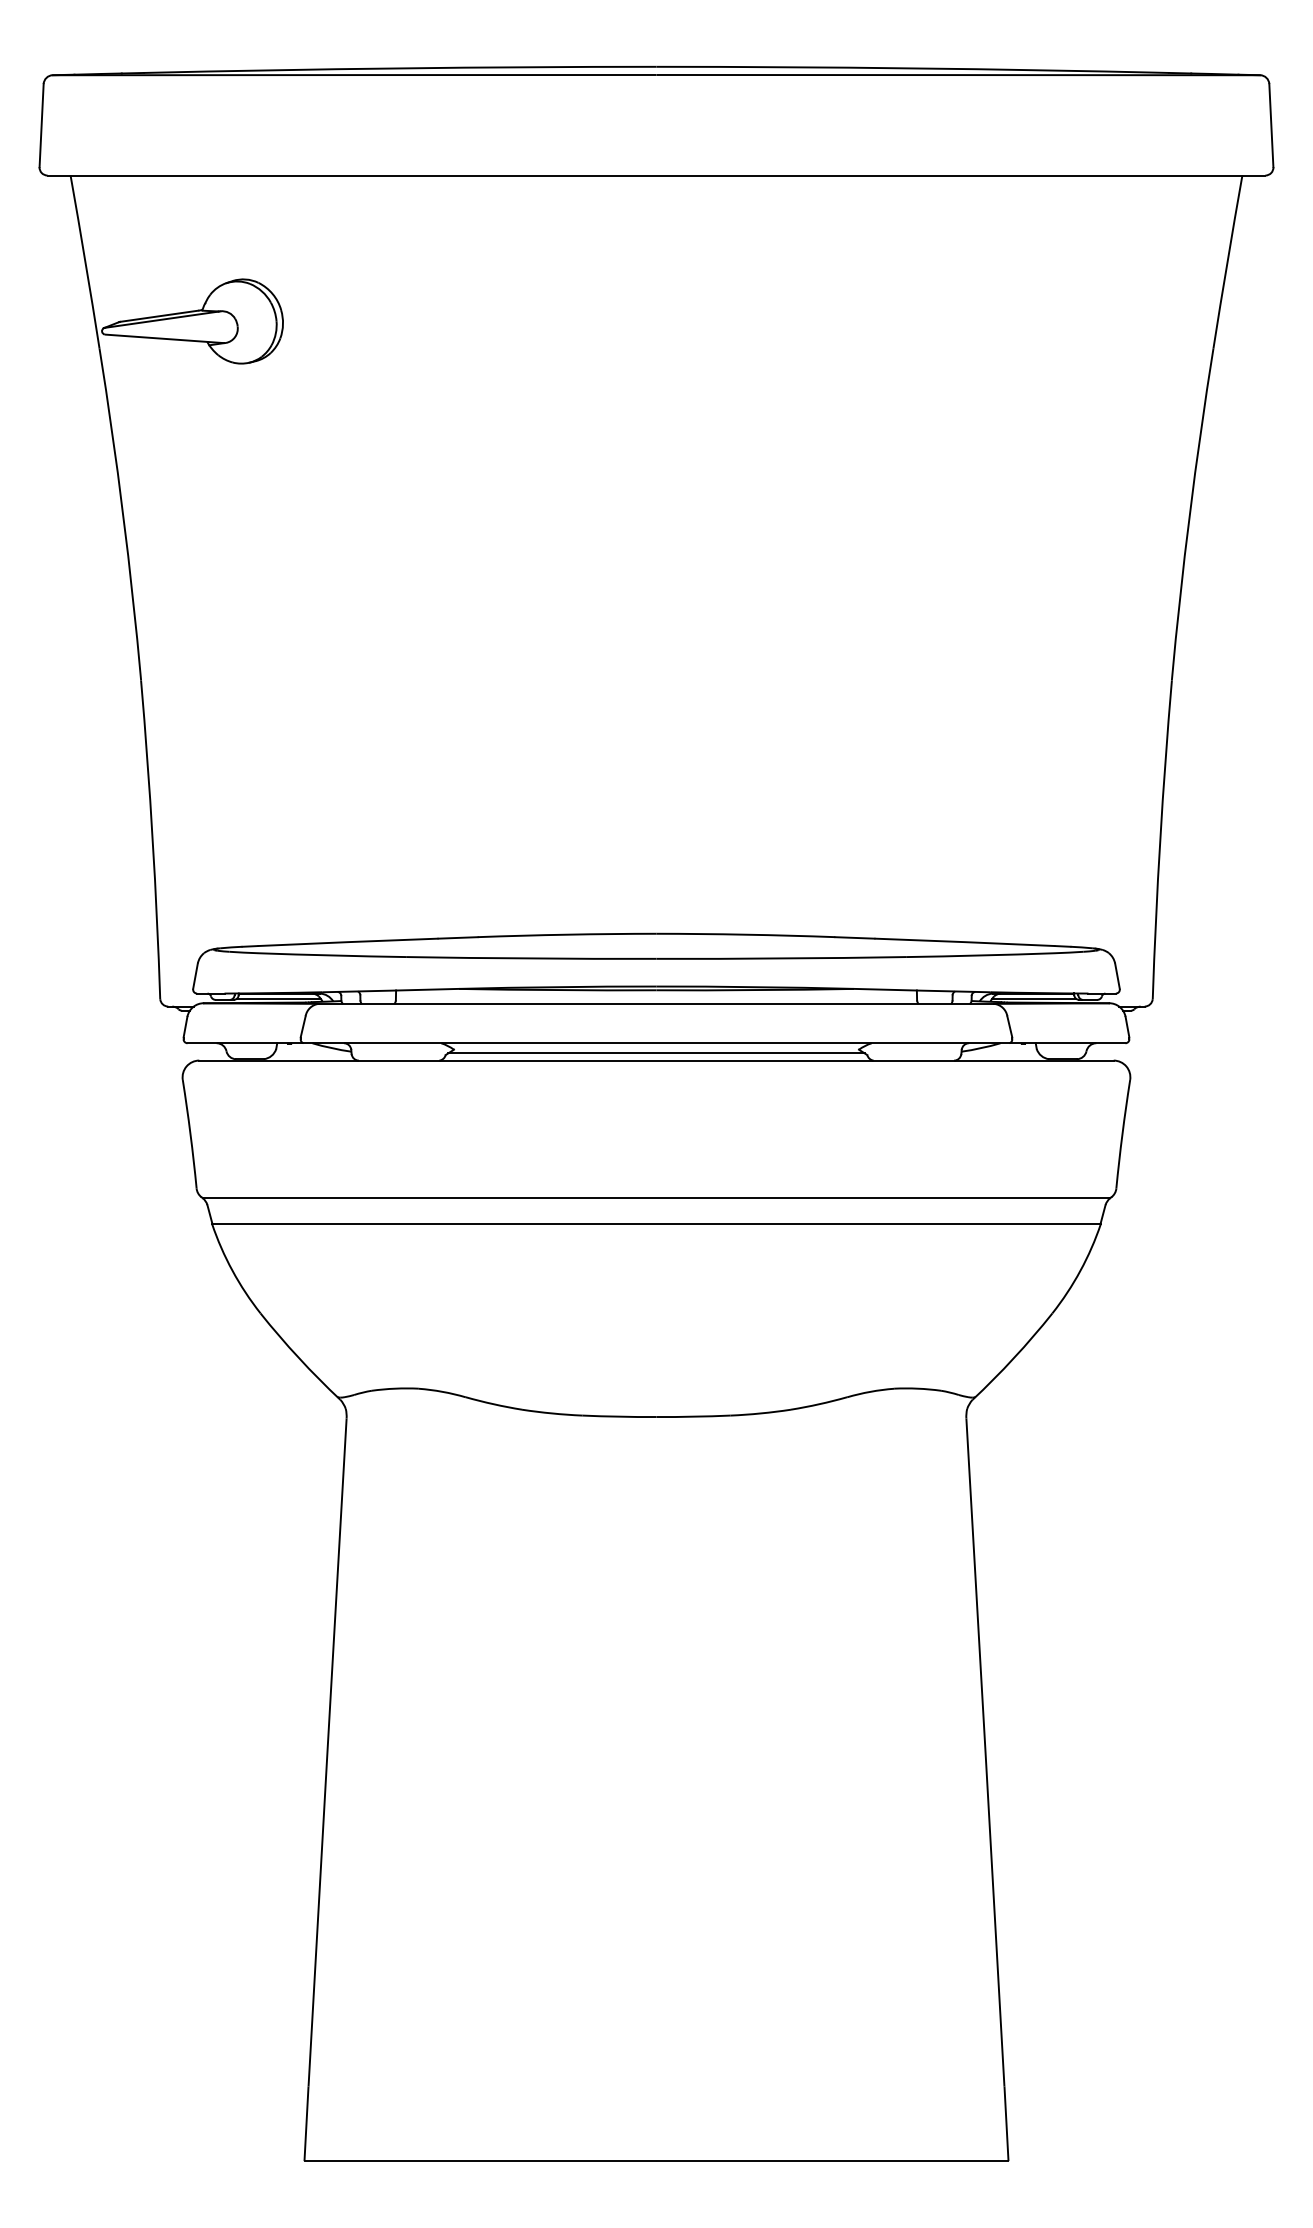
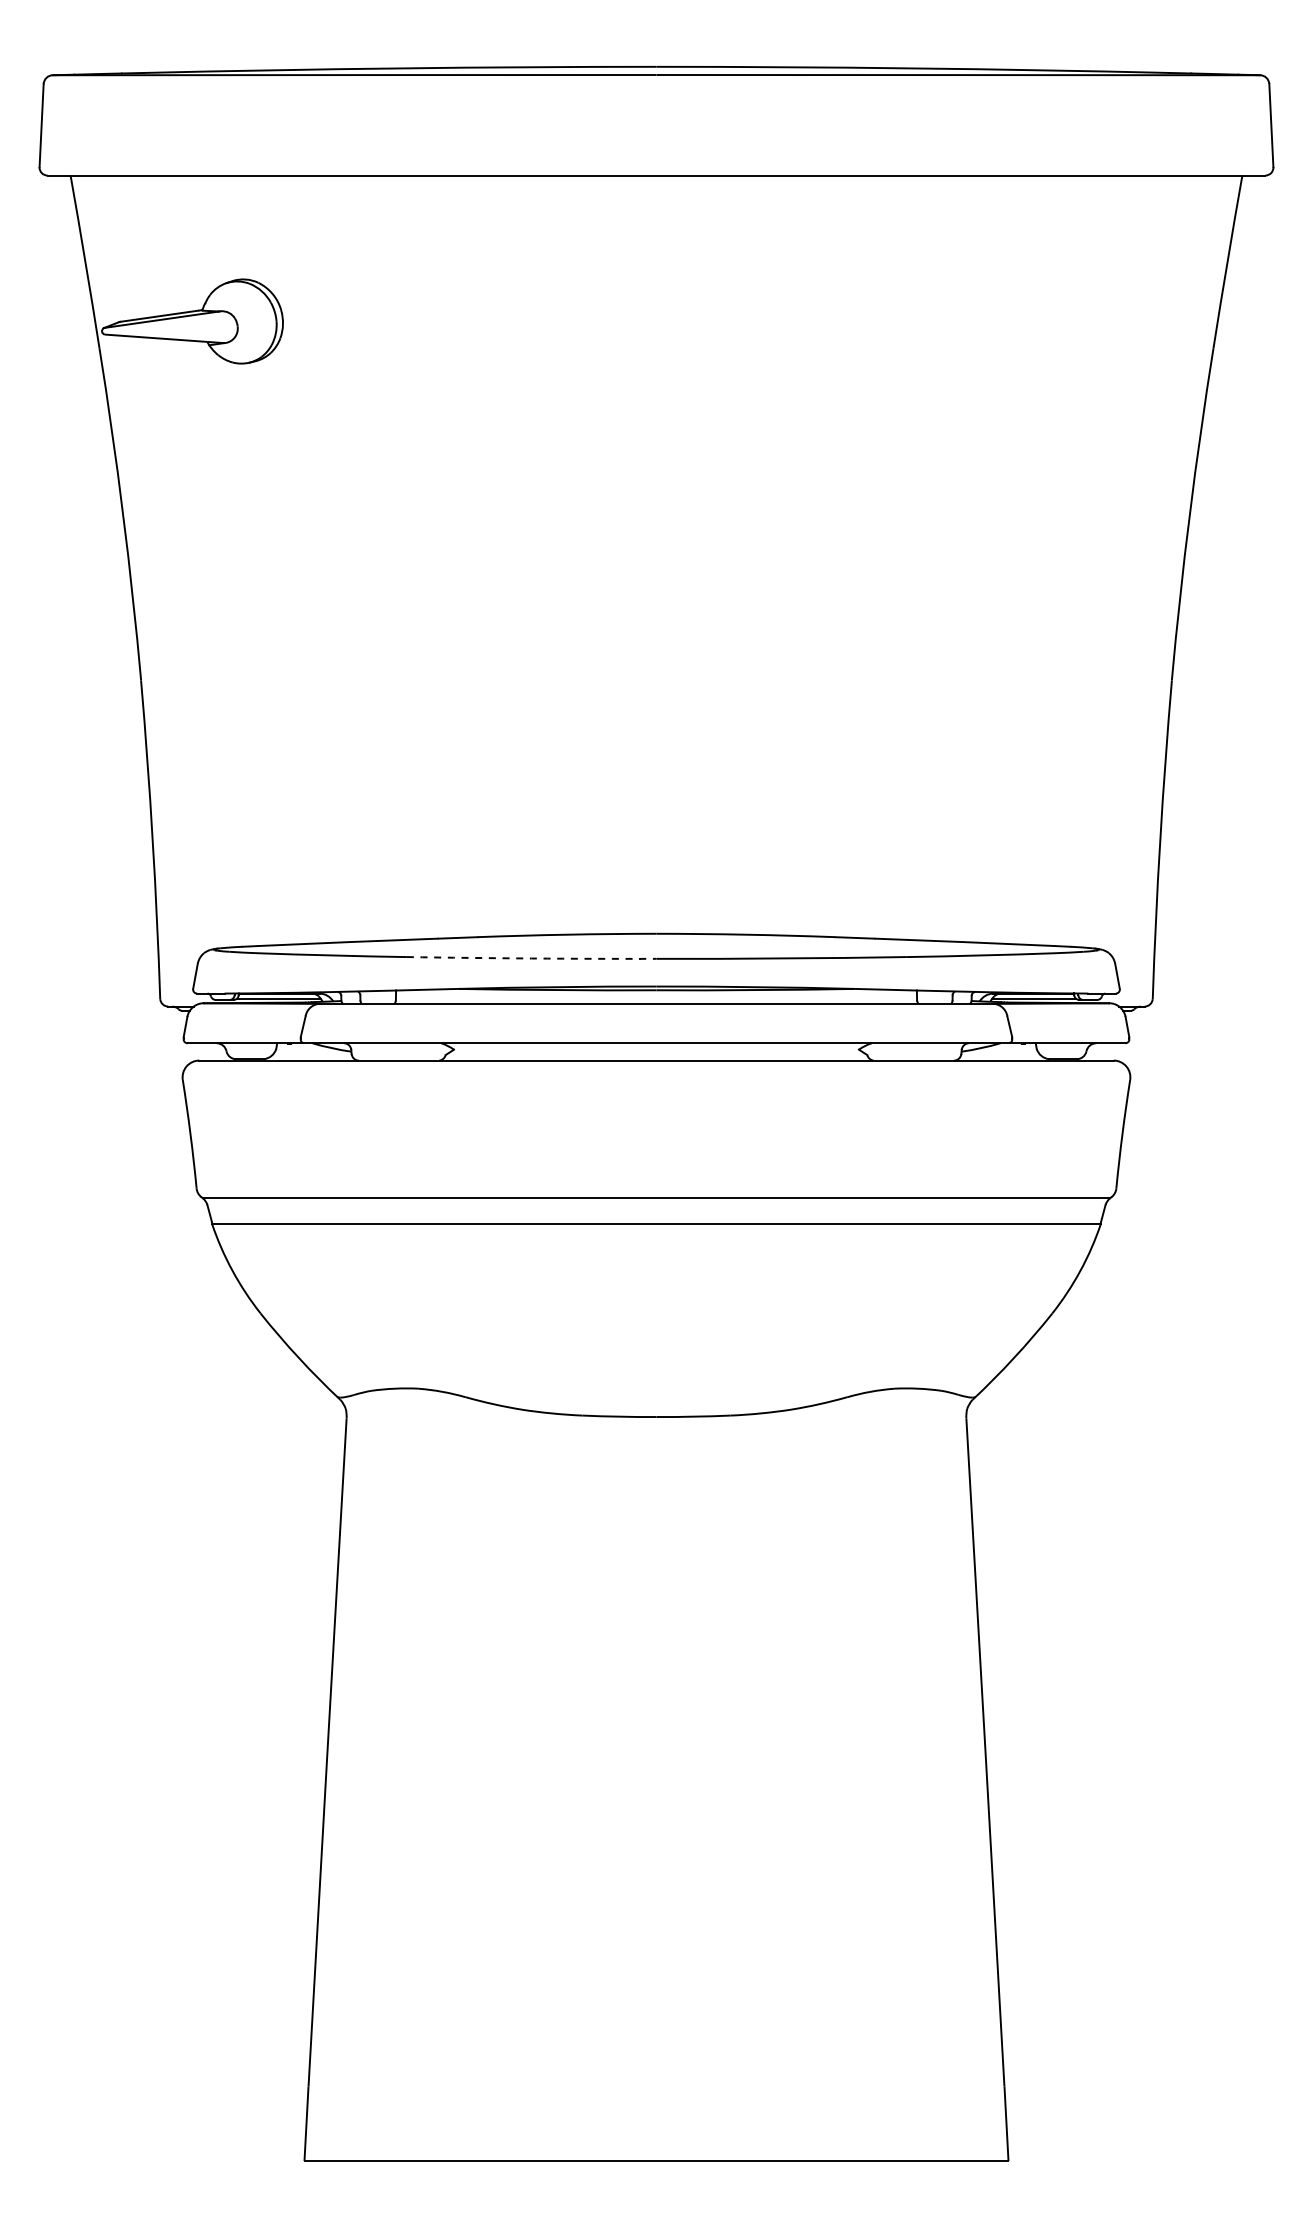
arc at (531, 958): solid -> dashed
line at (656, 1053): present -> none
